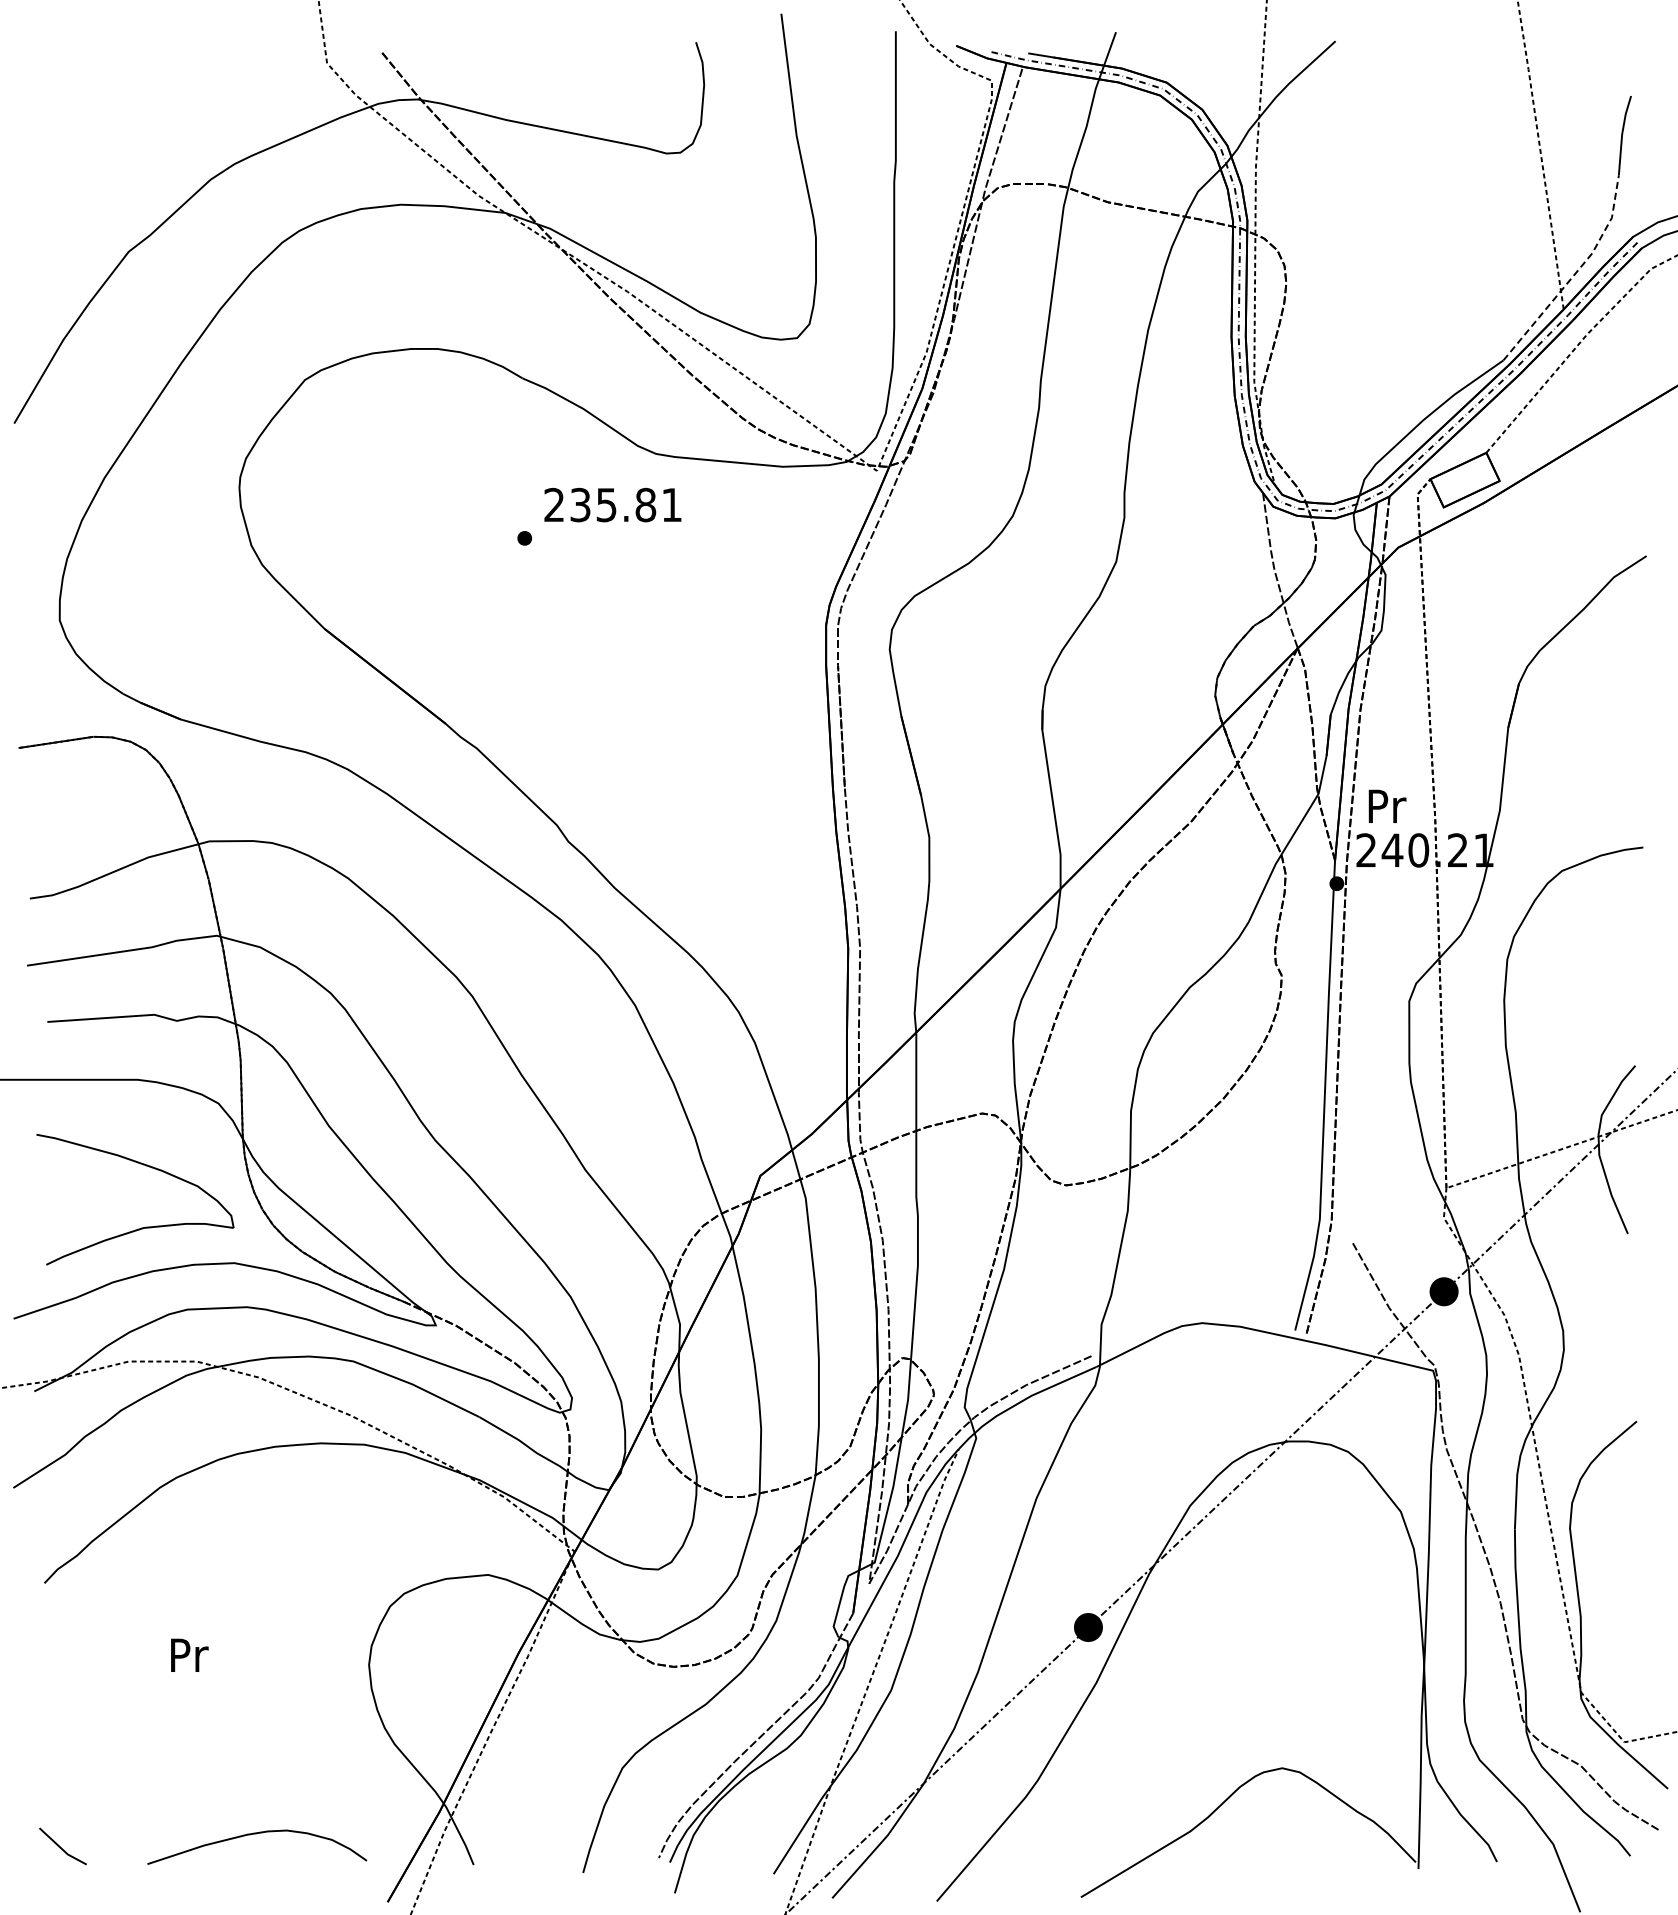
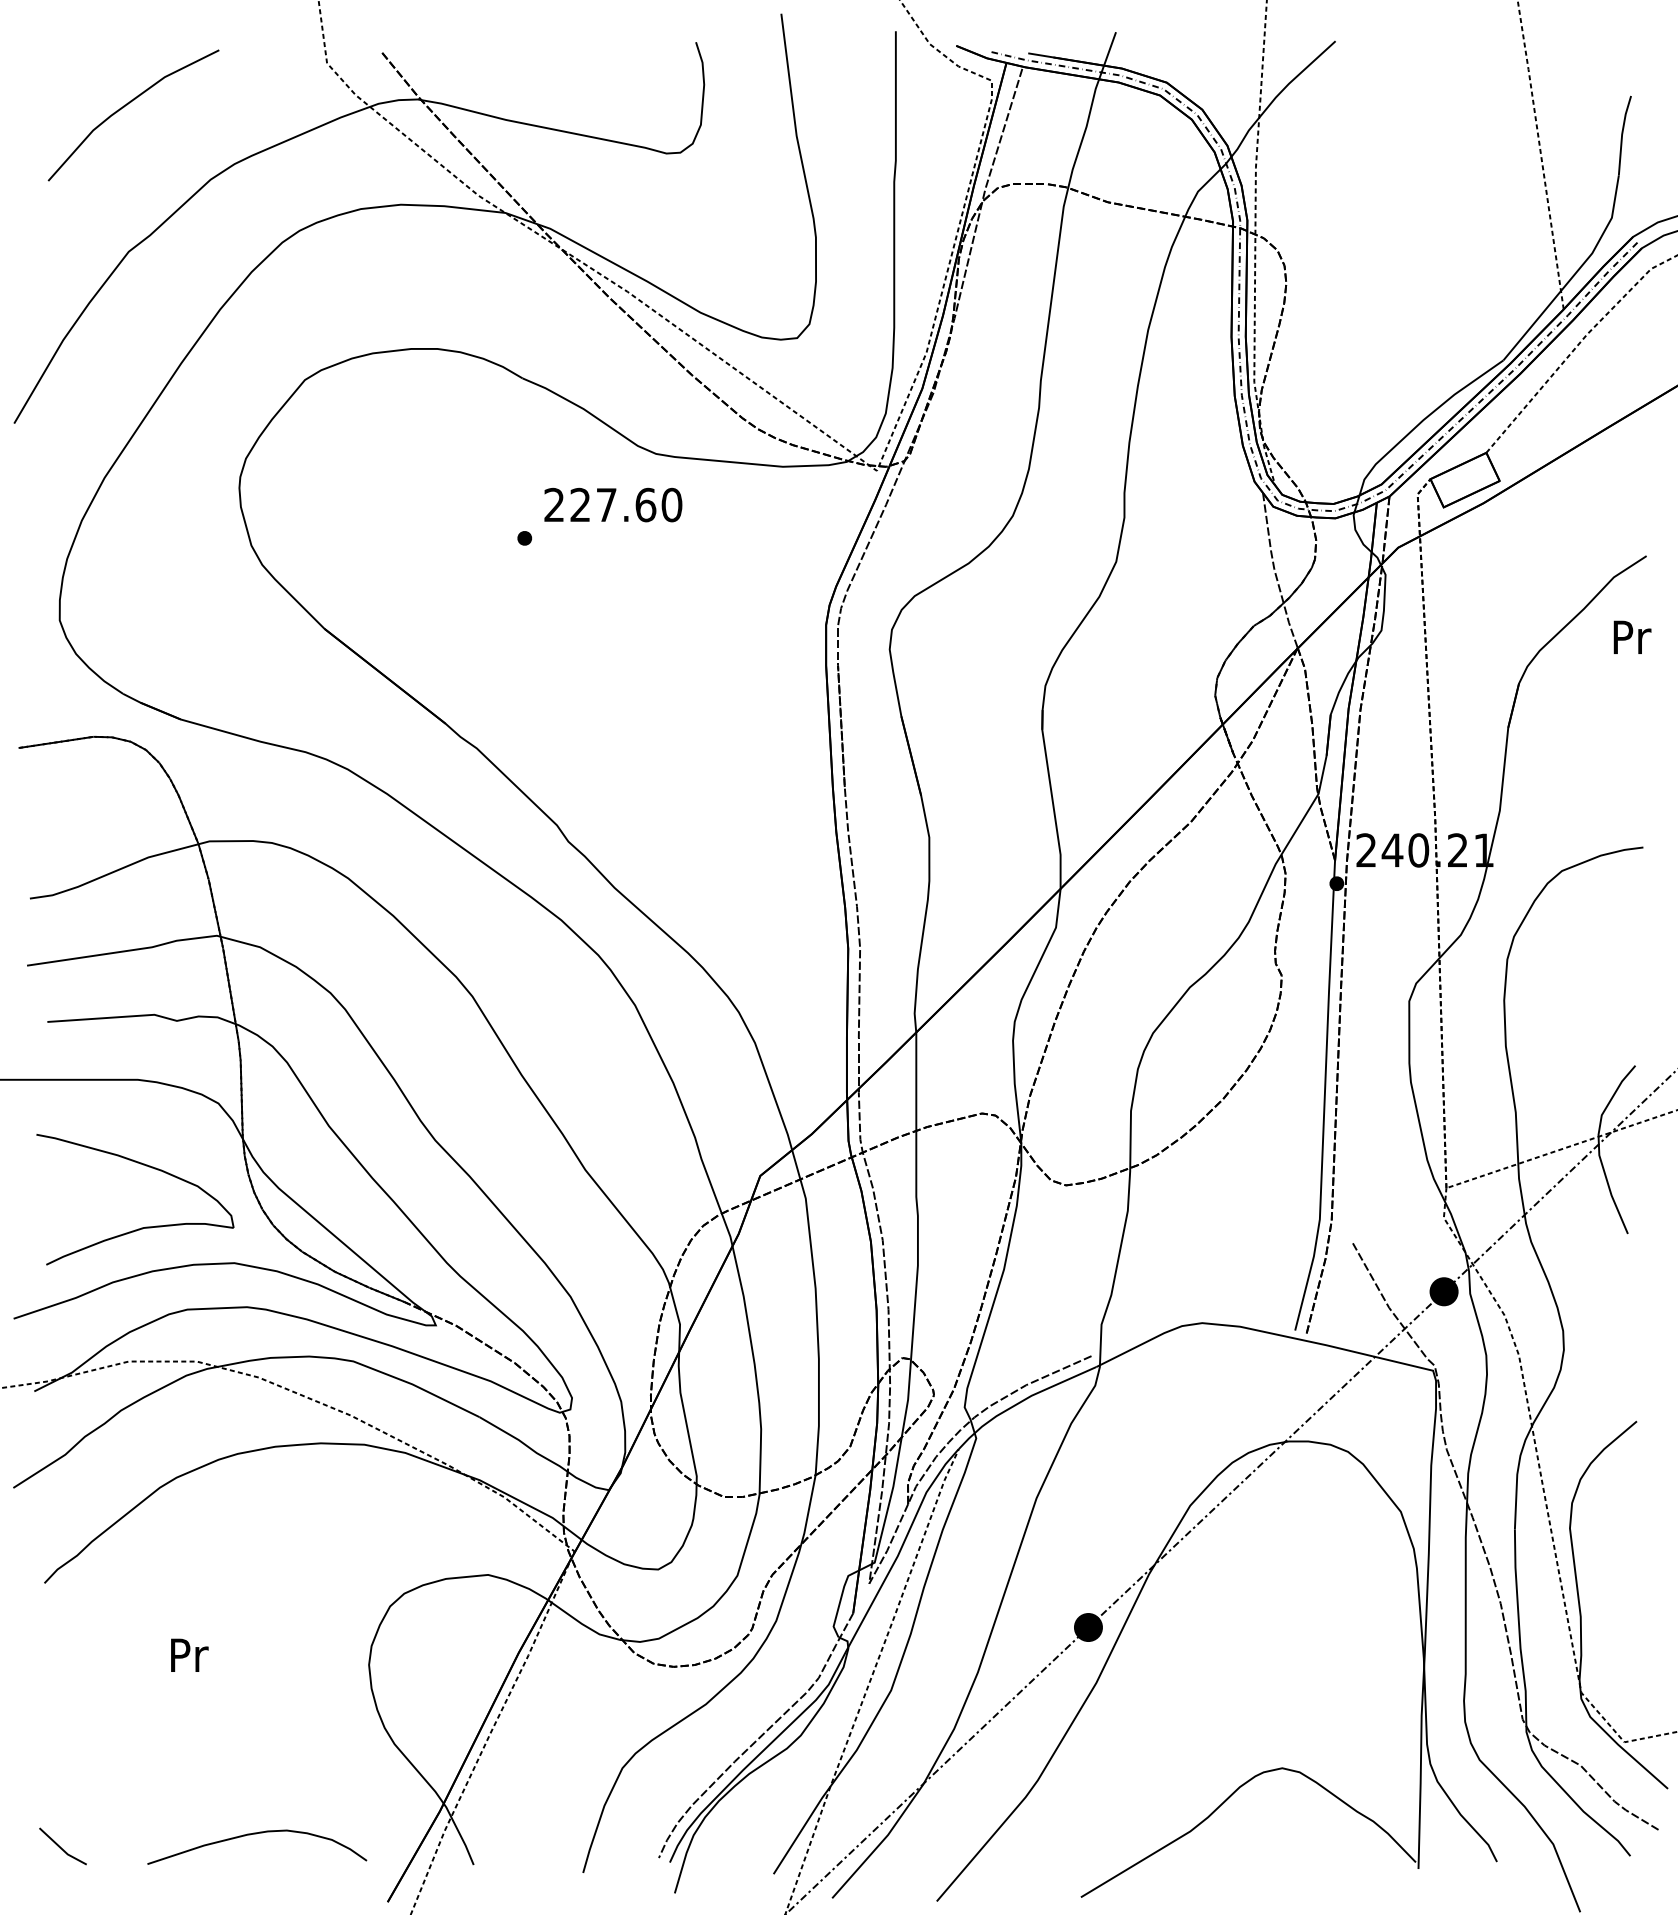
line at (127, 105): none -> present
line at (1575, 274): dashed -> solid
text at (626, 504): 235.81 -> 227.60
text at (1387, 805) position: (1387, 805) -> (1632, 636)
